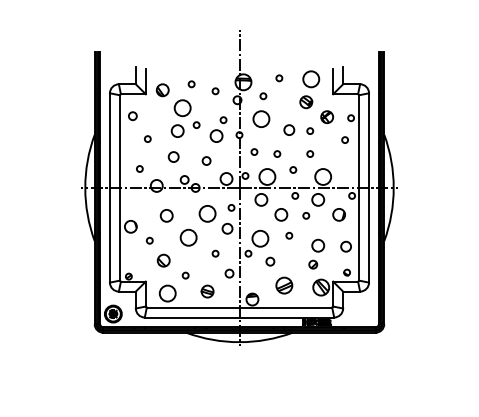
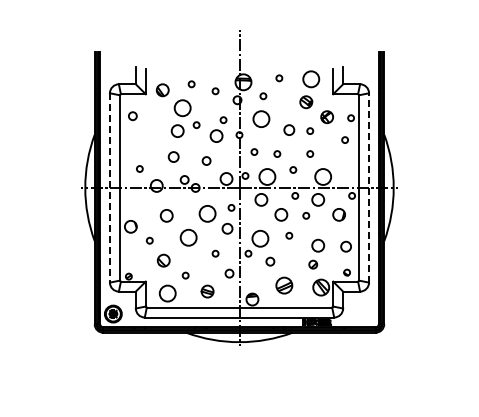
circle at (147, 138): present -> none
line at (109, 187): solid -> dashed
line at (369, 187): solid -> dashed
